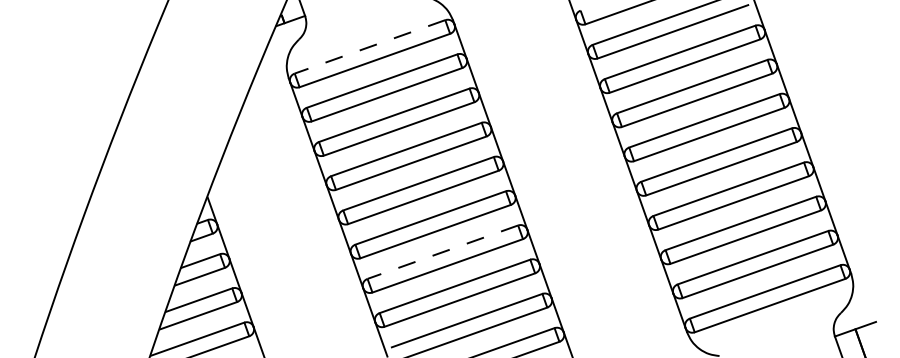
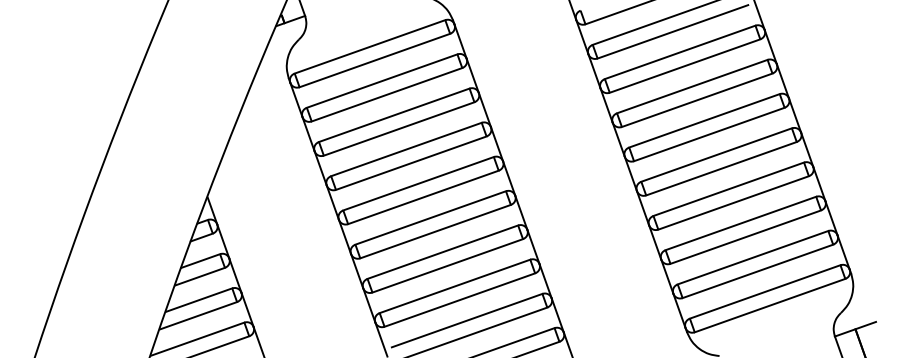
line at (370, 46): dashed -> solid
line at (442, 252): dashed -> solid
